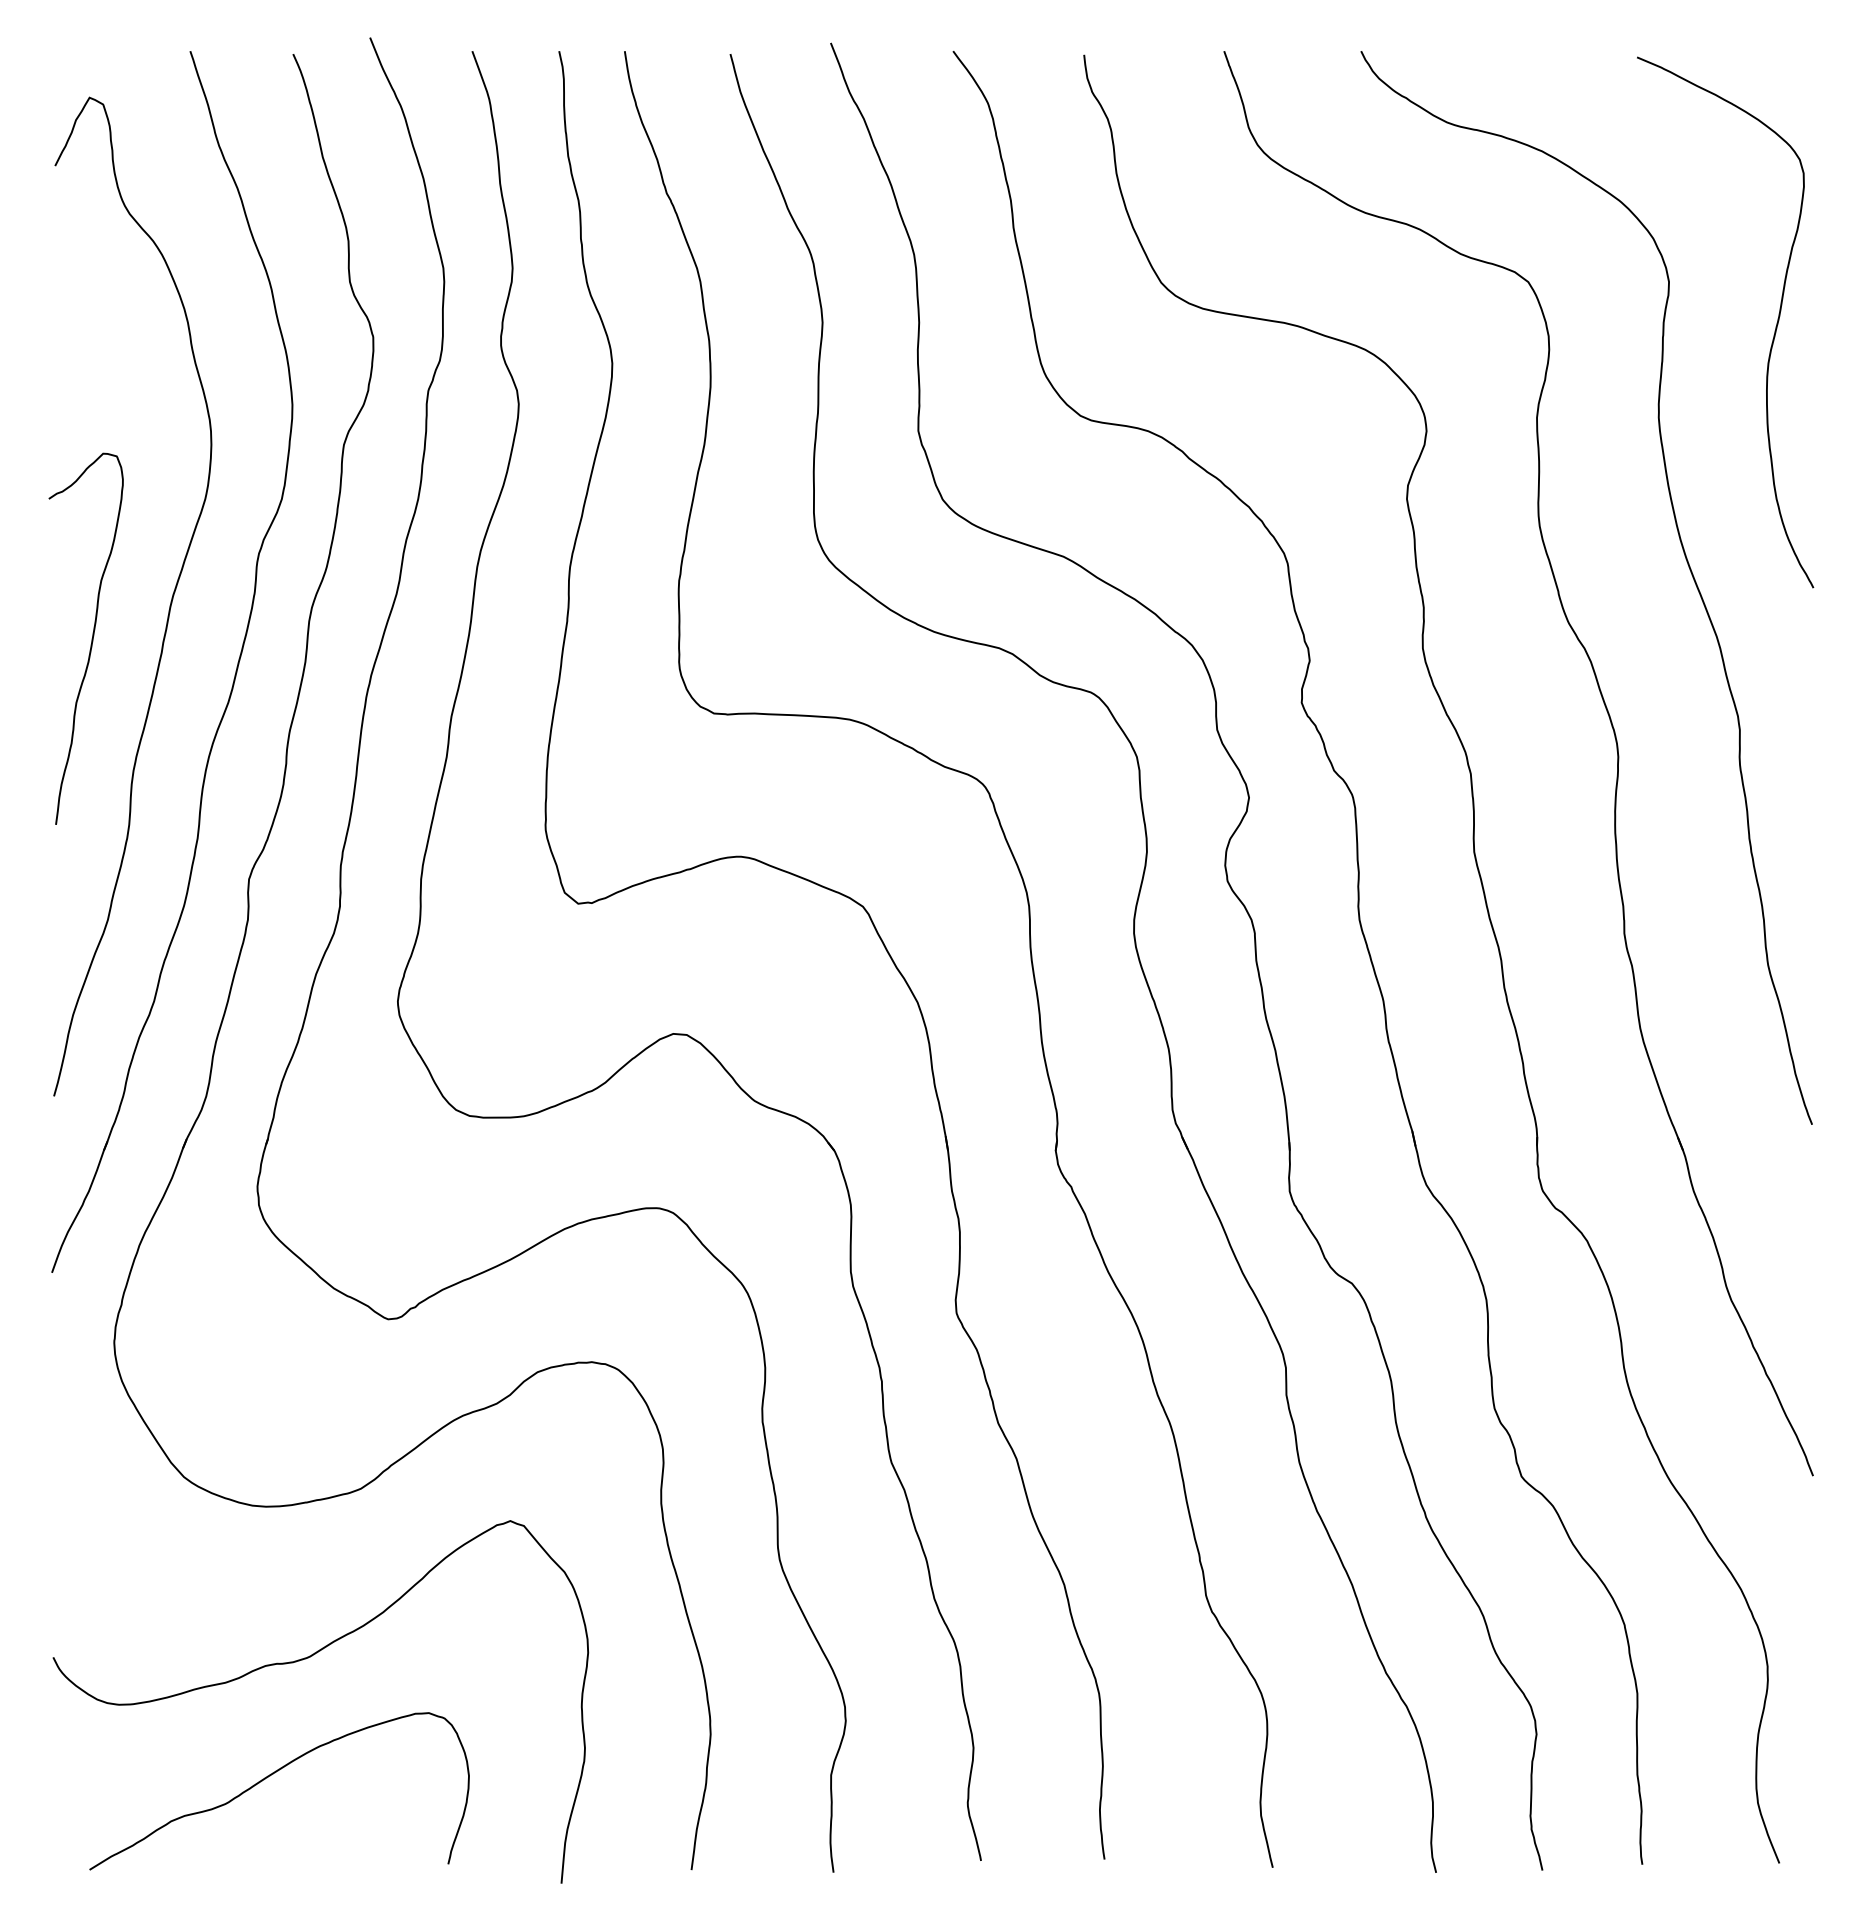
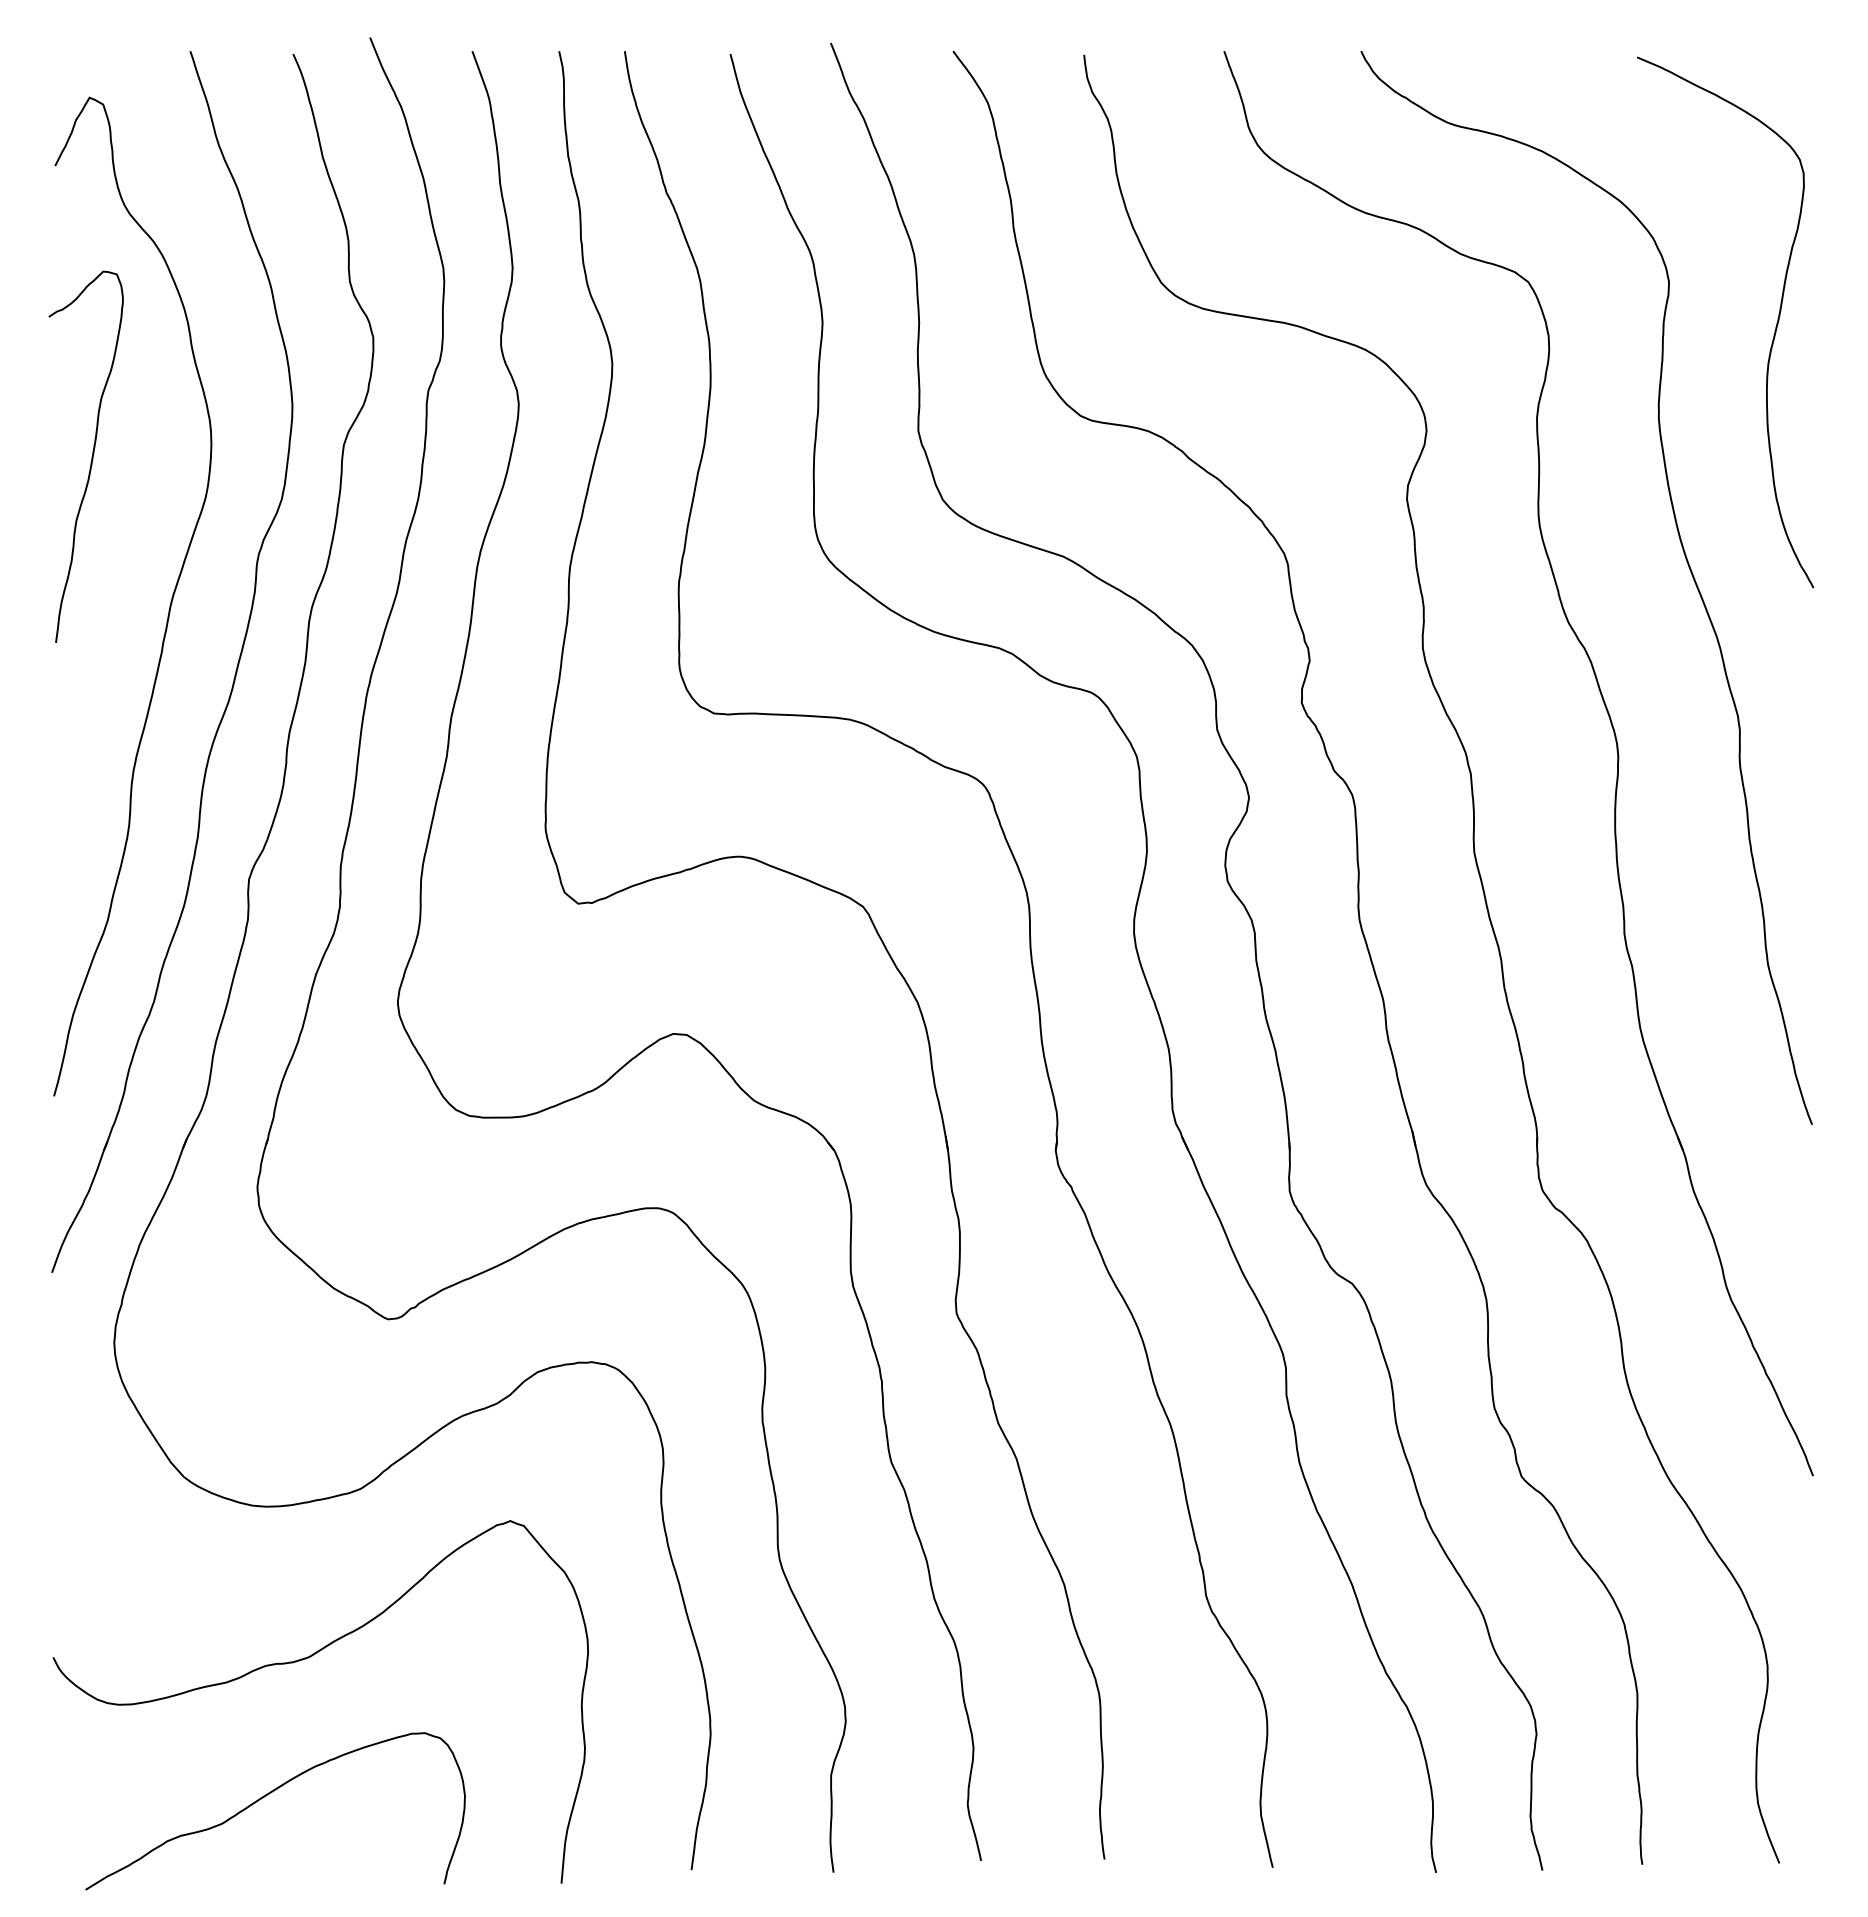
curve at (91, 638) position: (91, 638) -> (91, 456)
curve at (270, 1776) position: (270, 1776) -> (266, 1796)
